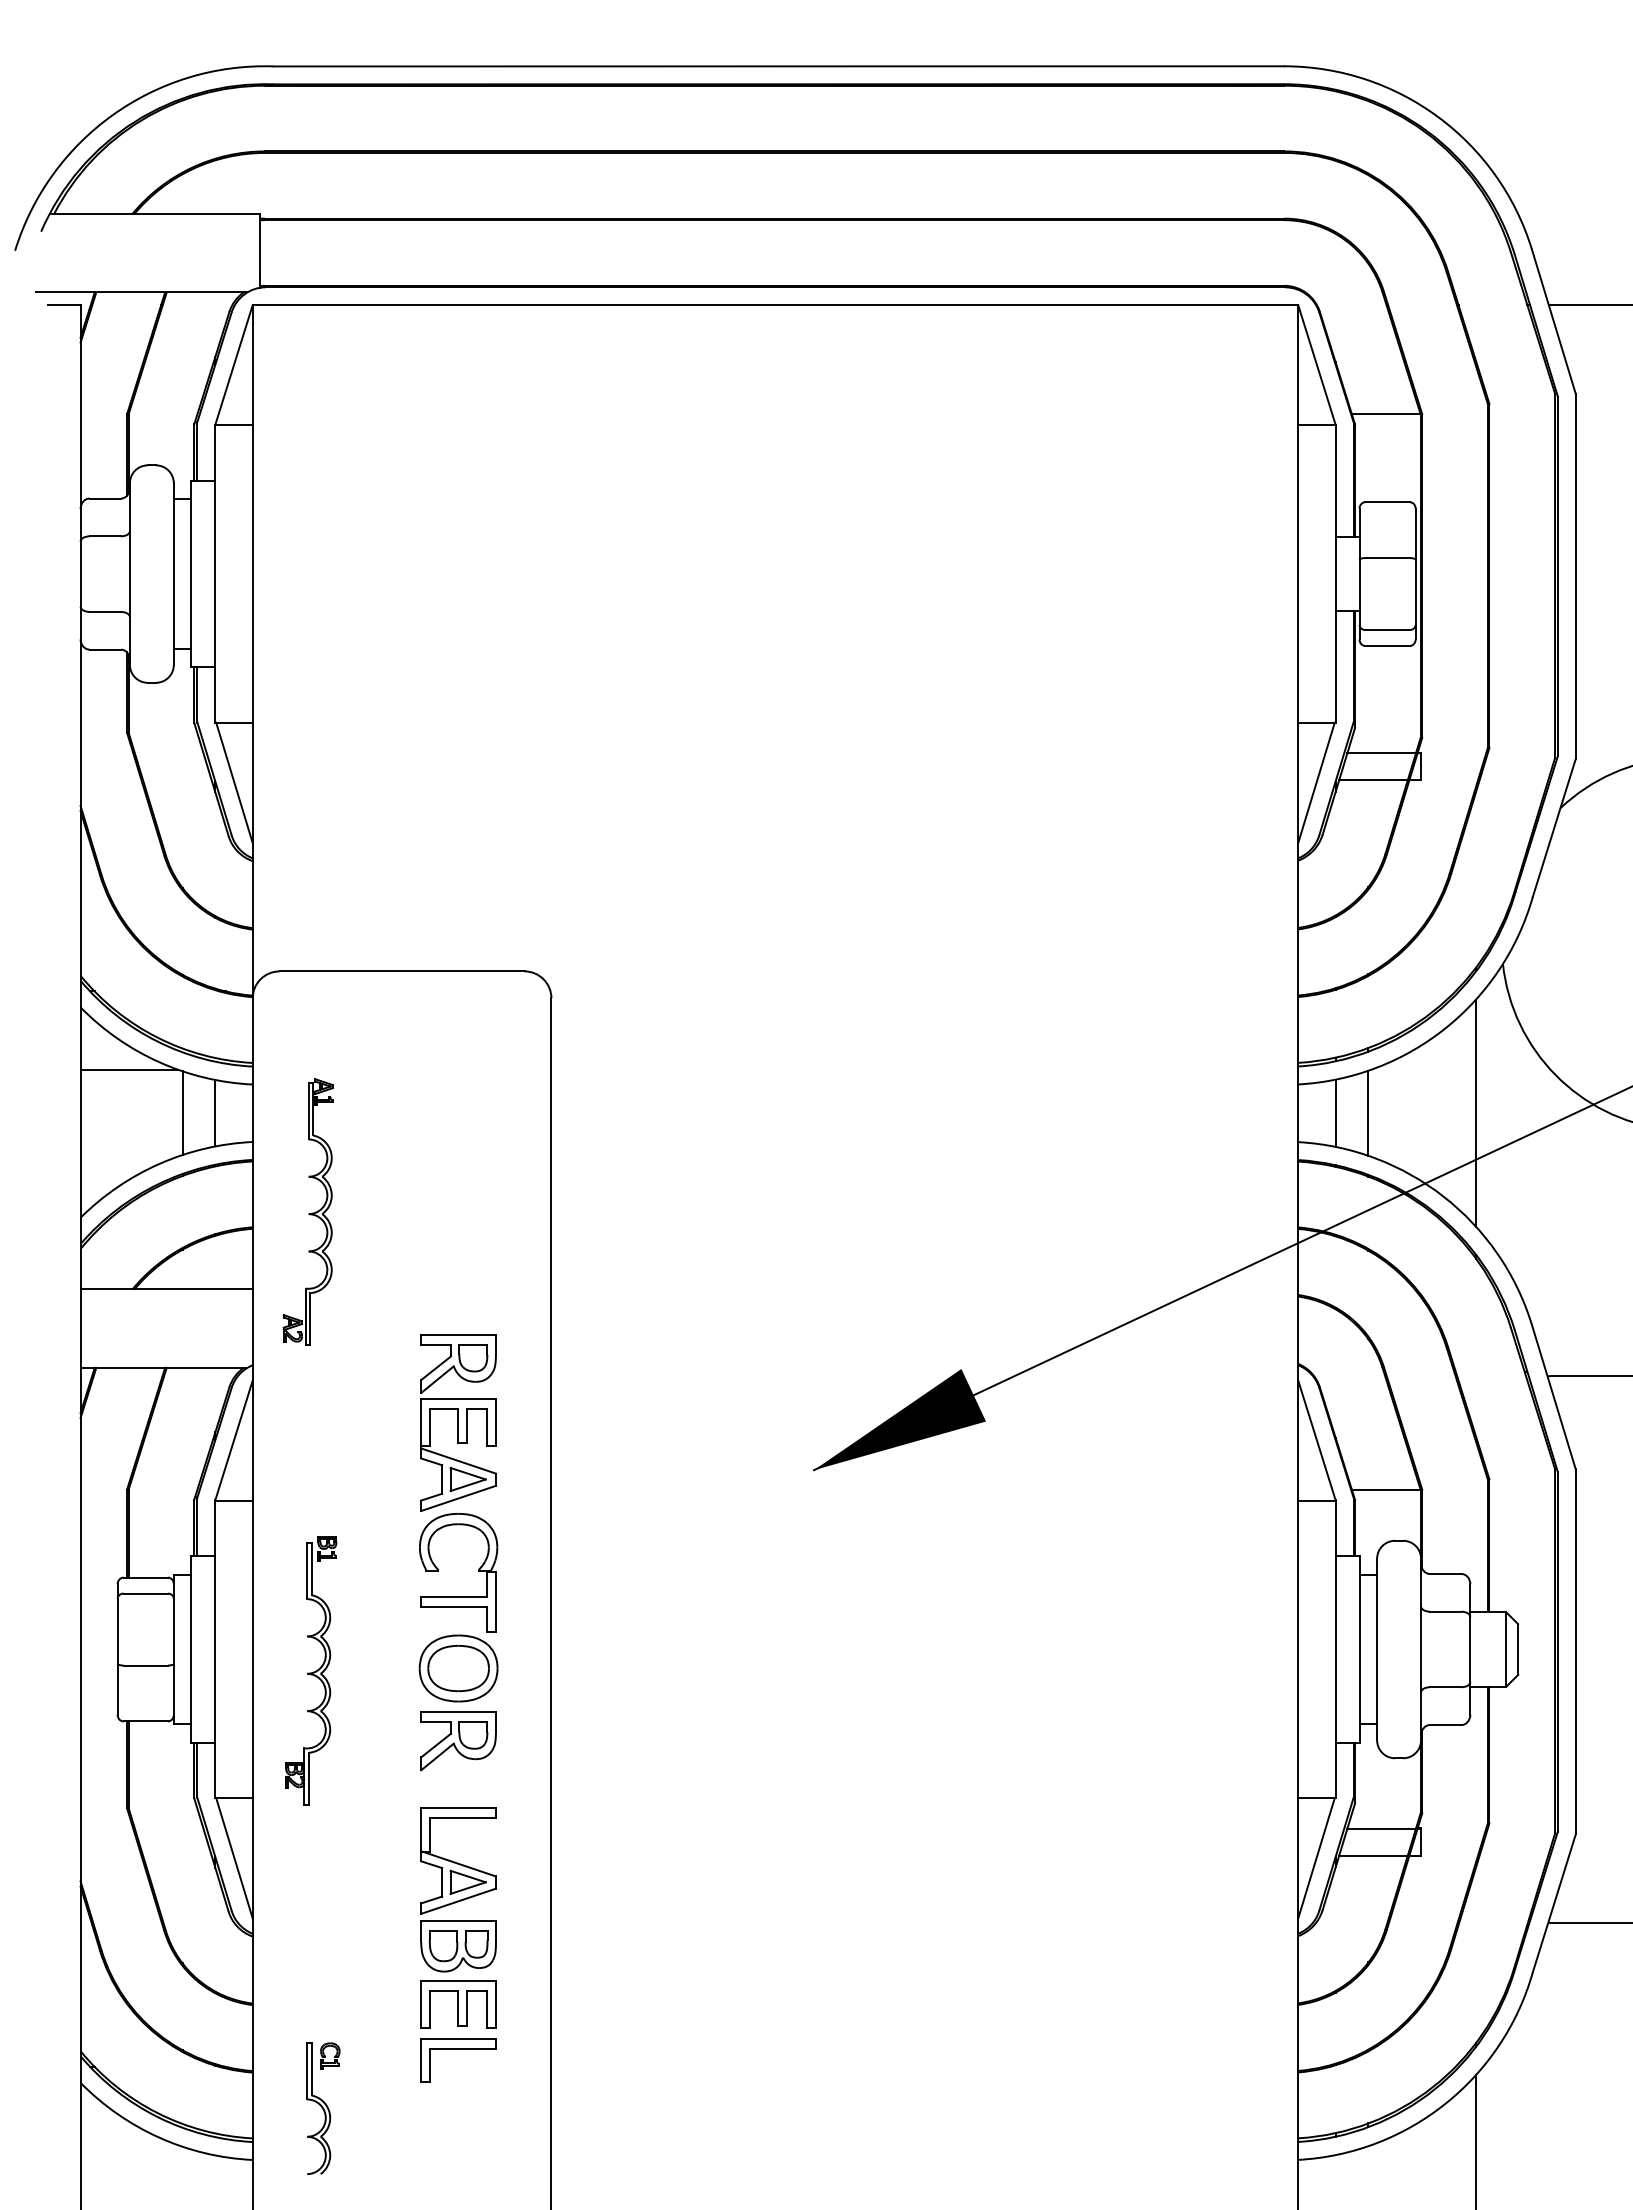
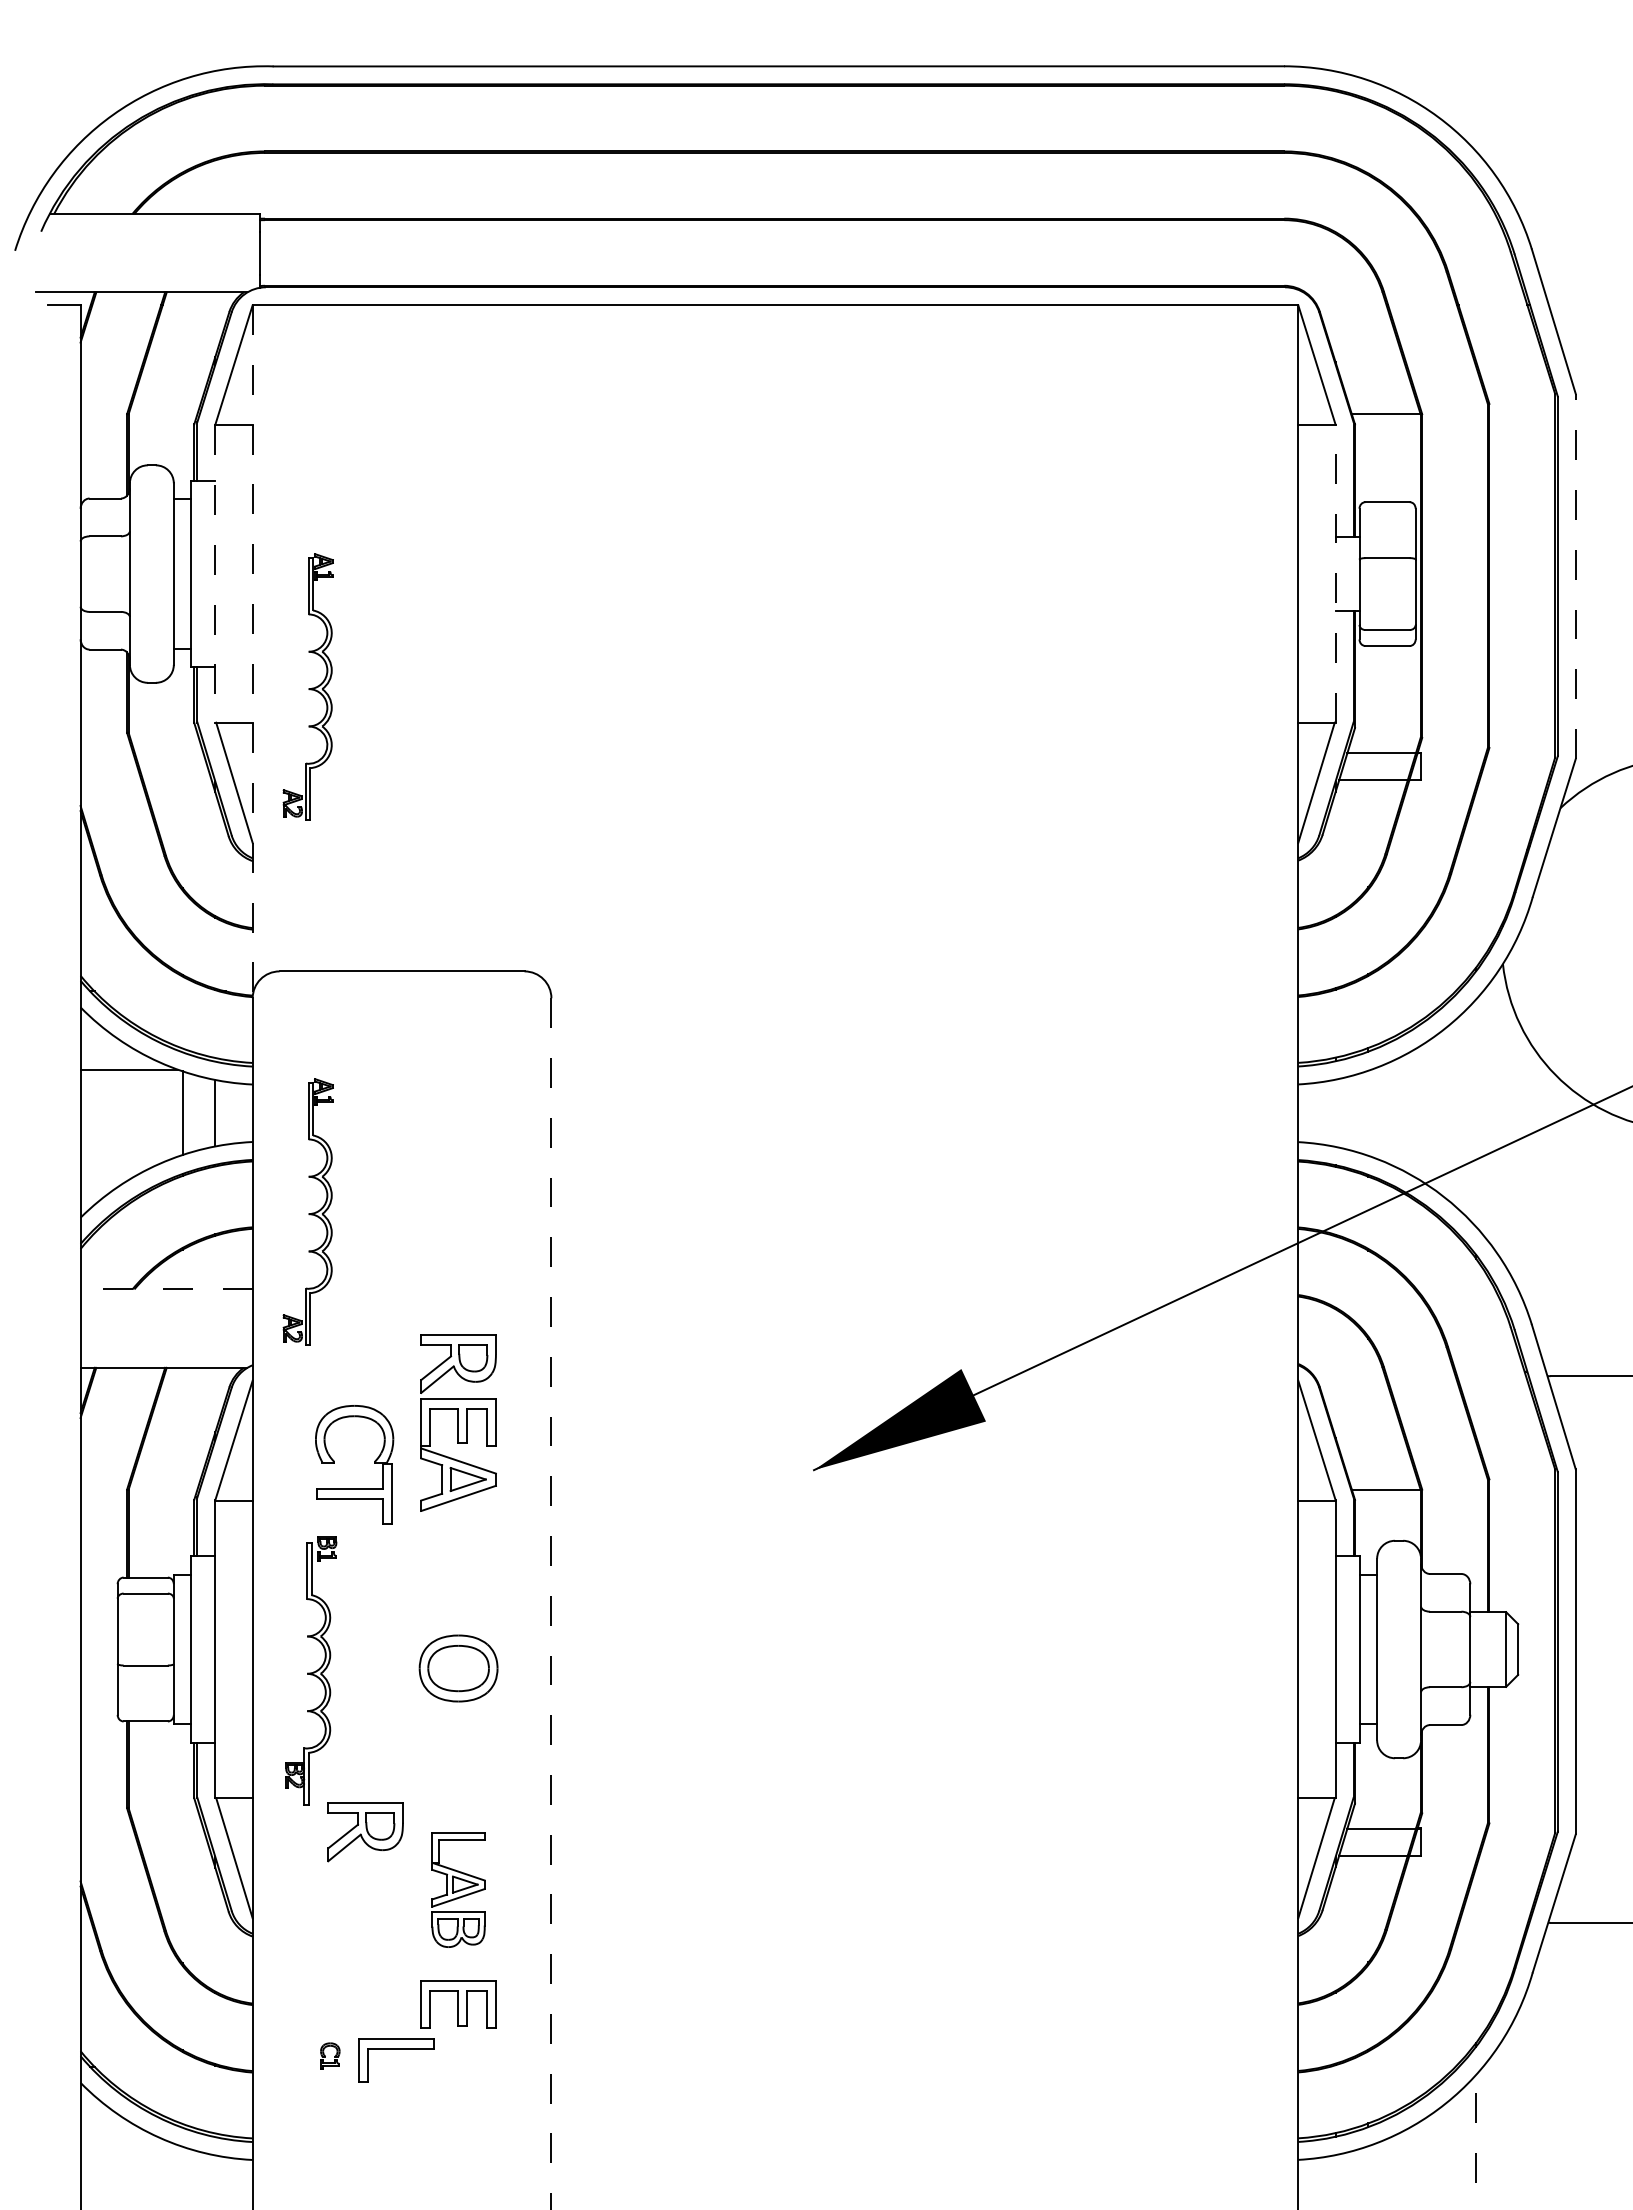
line at (1588, 305): present -> none
line at (215, 574): solid -> dashed
line at (1335, 574): solid -> dashed
line at (1575, 575): solid -> dashed
line at (252, 651): solid -> dashed
part at (307, 686): none -> present
line at (1335, 1112): present -> none
line at (1368, 1112): present -> none
line at (1476, 1112): present -> none
line at (166, 1289): solid -> dashed
part at (438, 1571) position: (438, 1571) -> (334, 1463)
line at (551, 1604): solid -> dashed
part at (458, 1741) position: (458, 1741) -> (365, 1832)
part at (458, 1889) size: 77x166 px -> 55x116 px
part at (458, 2049) position: (458, 2049) -> (396, 2049)
part at (318, 2108): present -> none
line at (1476, 2141): solid -> dashed
